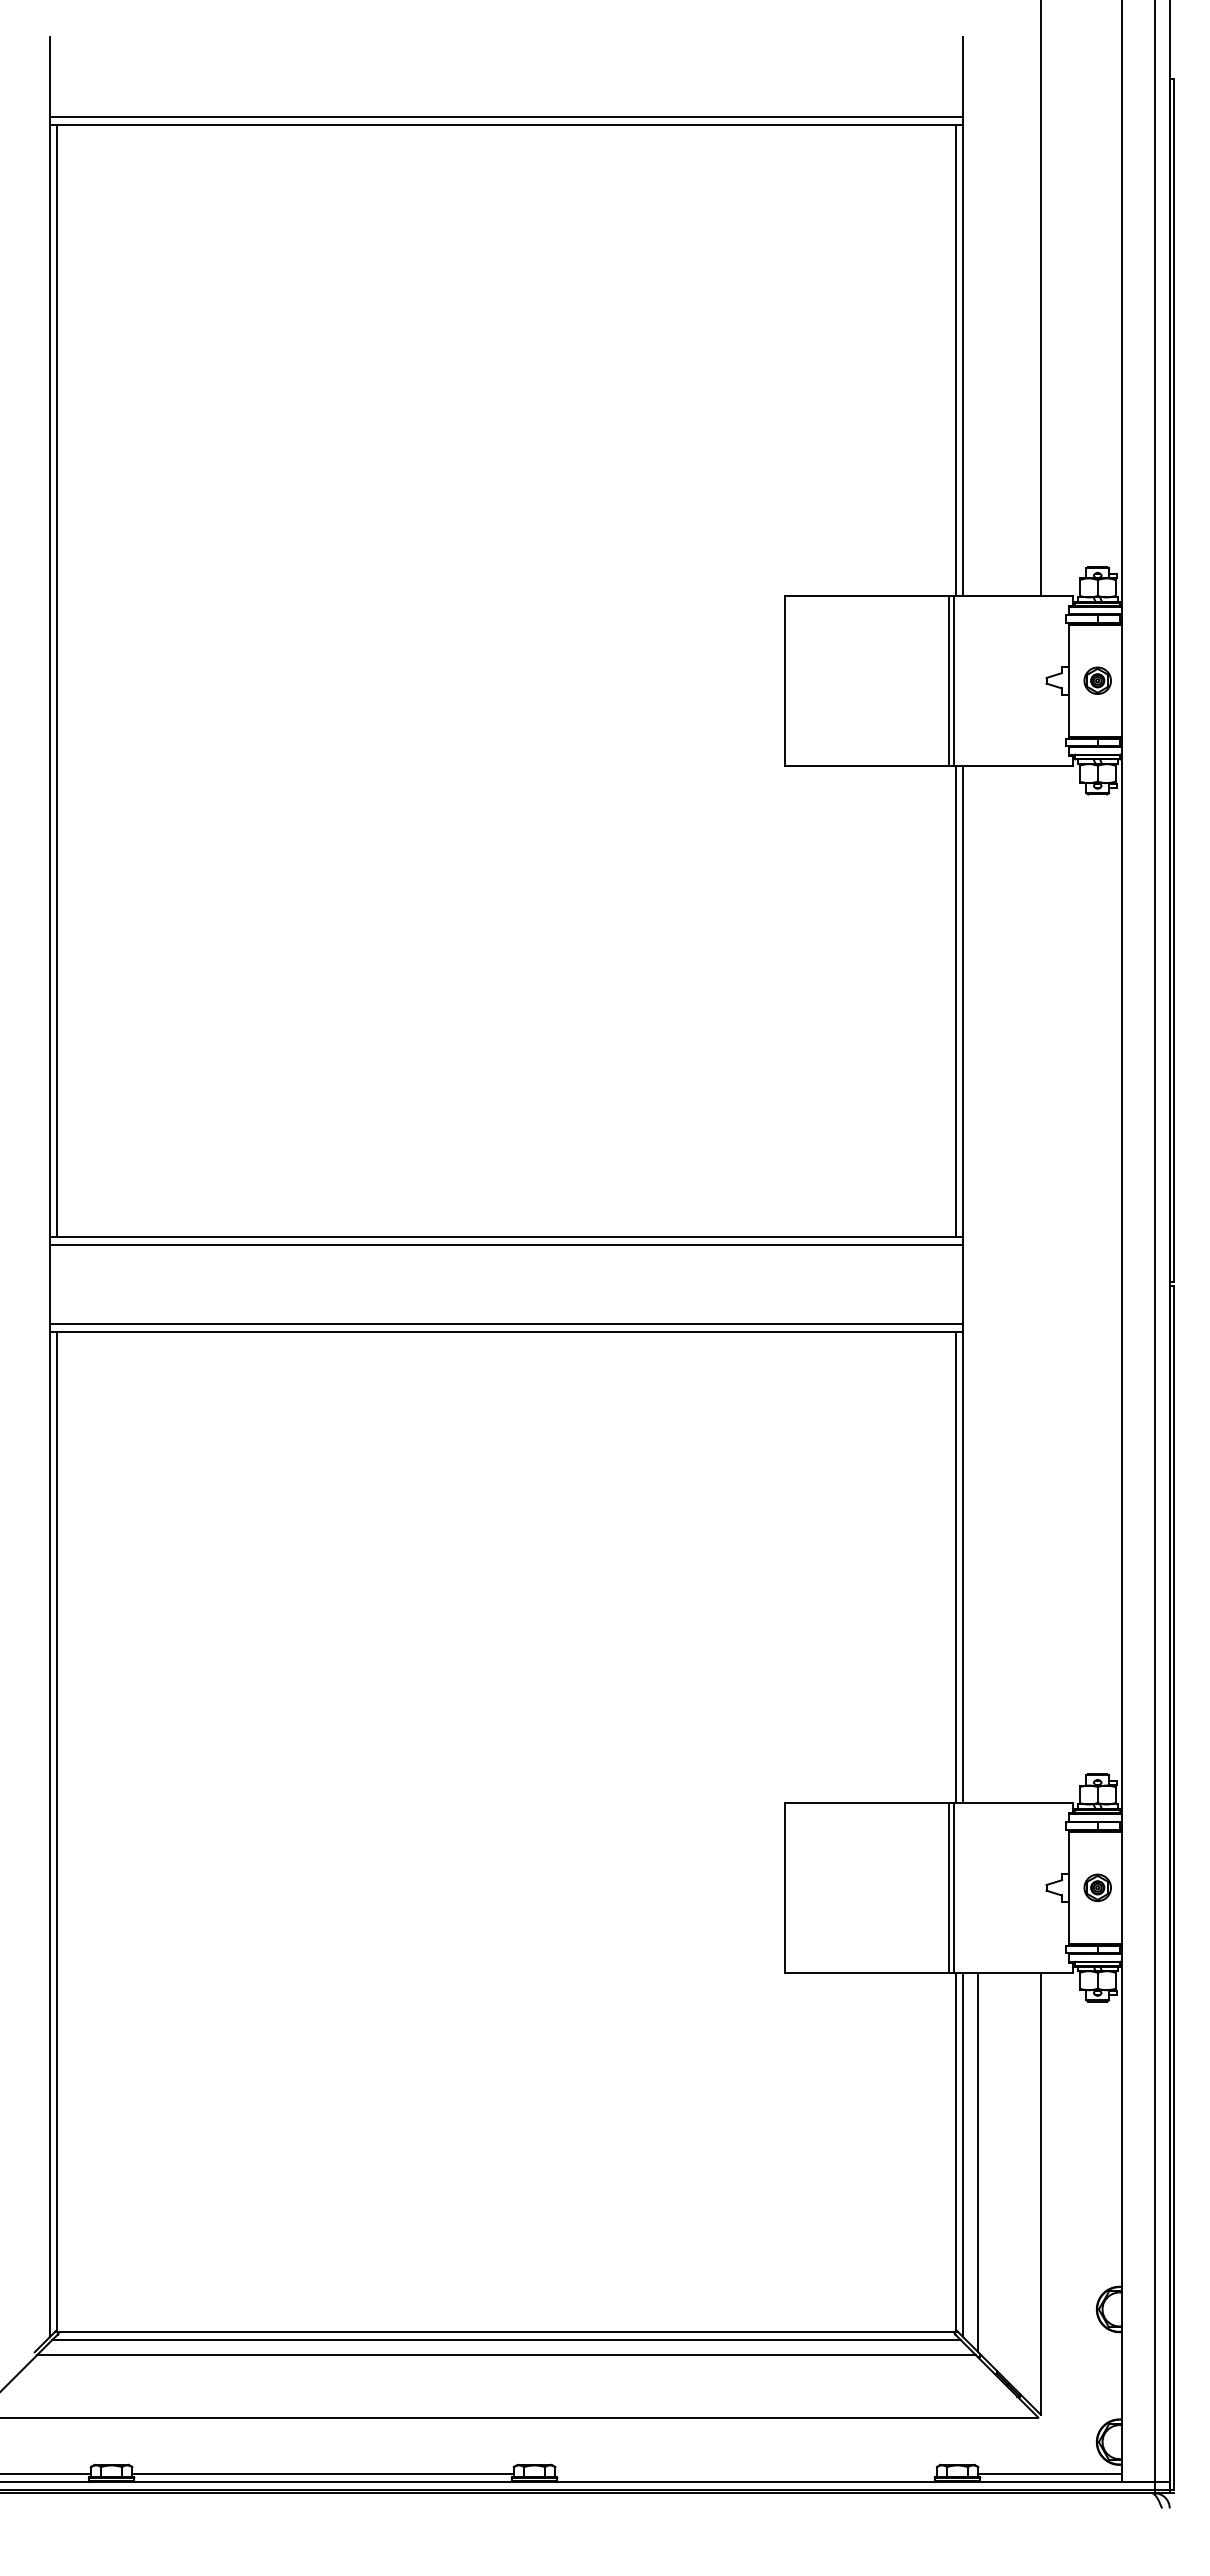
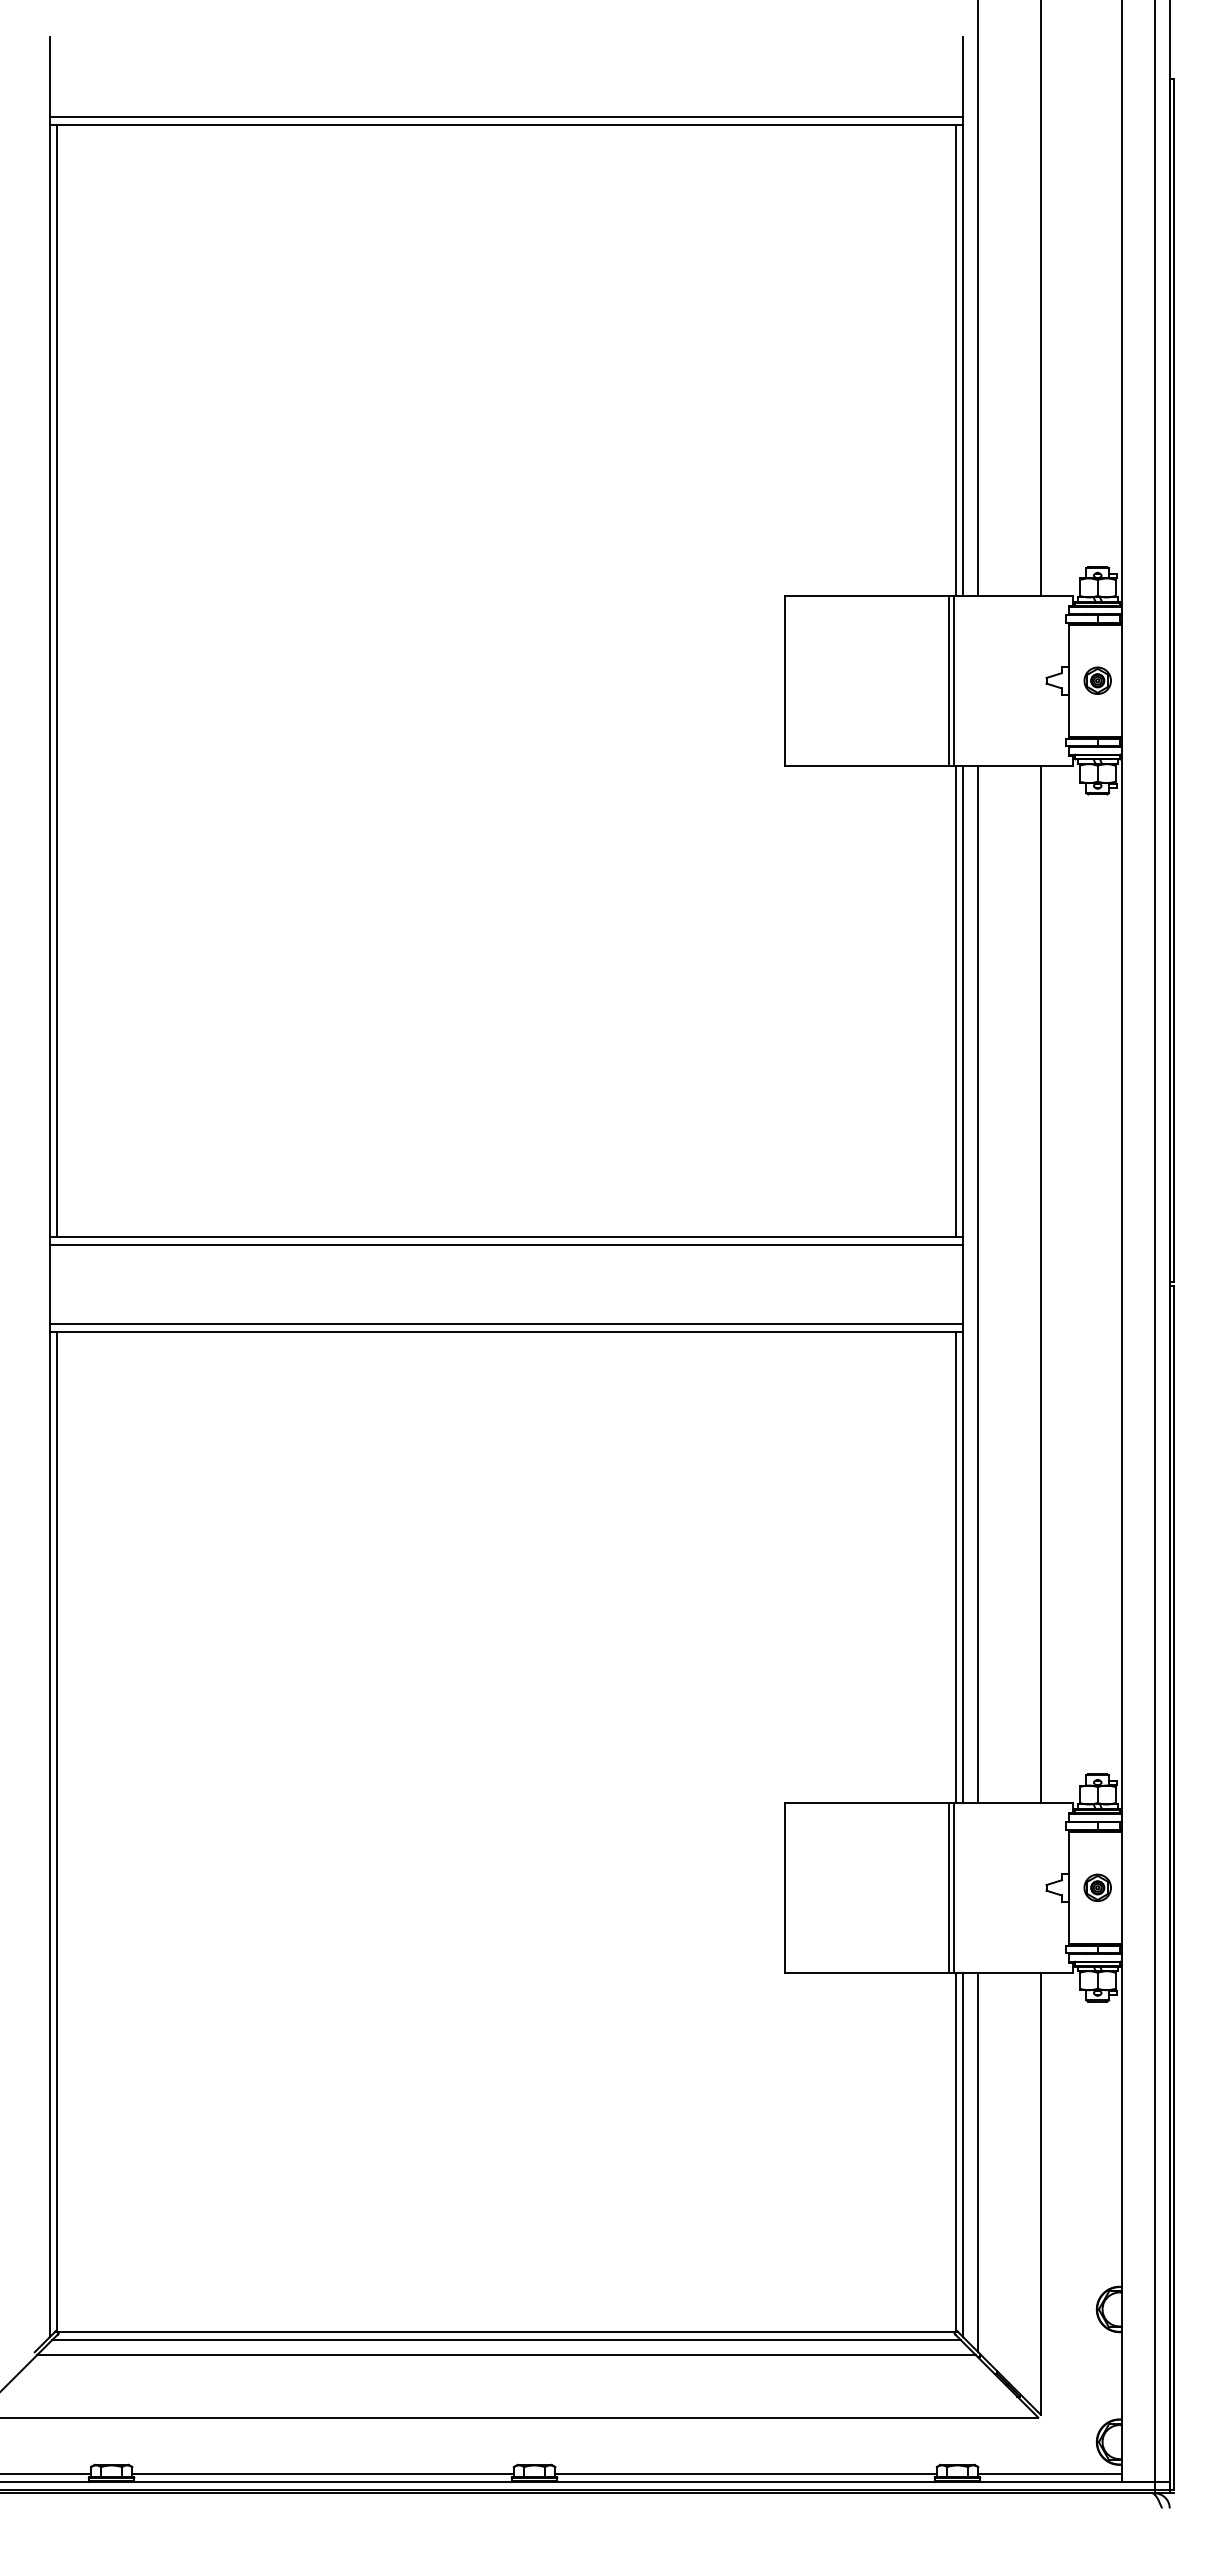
line at (978, 298): none -> present
line at (978, 1284): none -> present
line at (1040, 1284): none -> present
line at (745, 2474): none -> present
